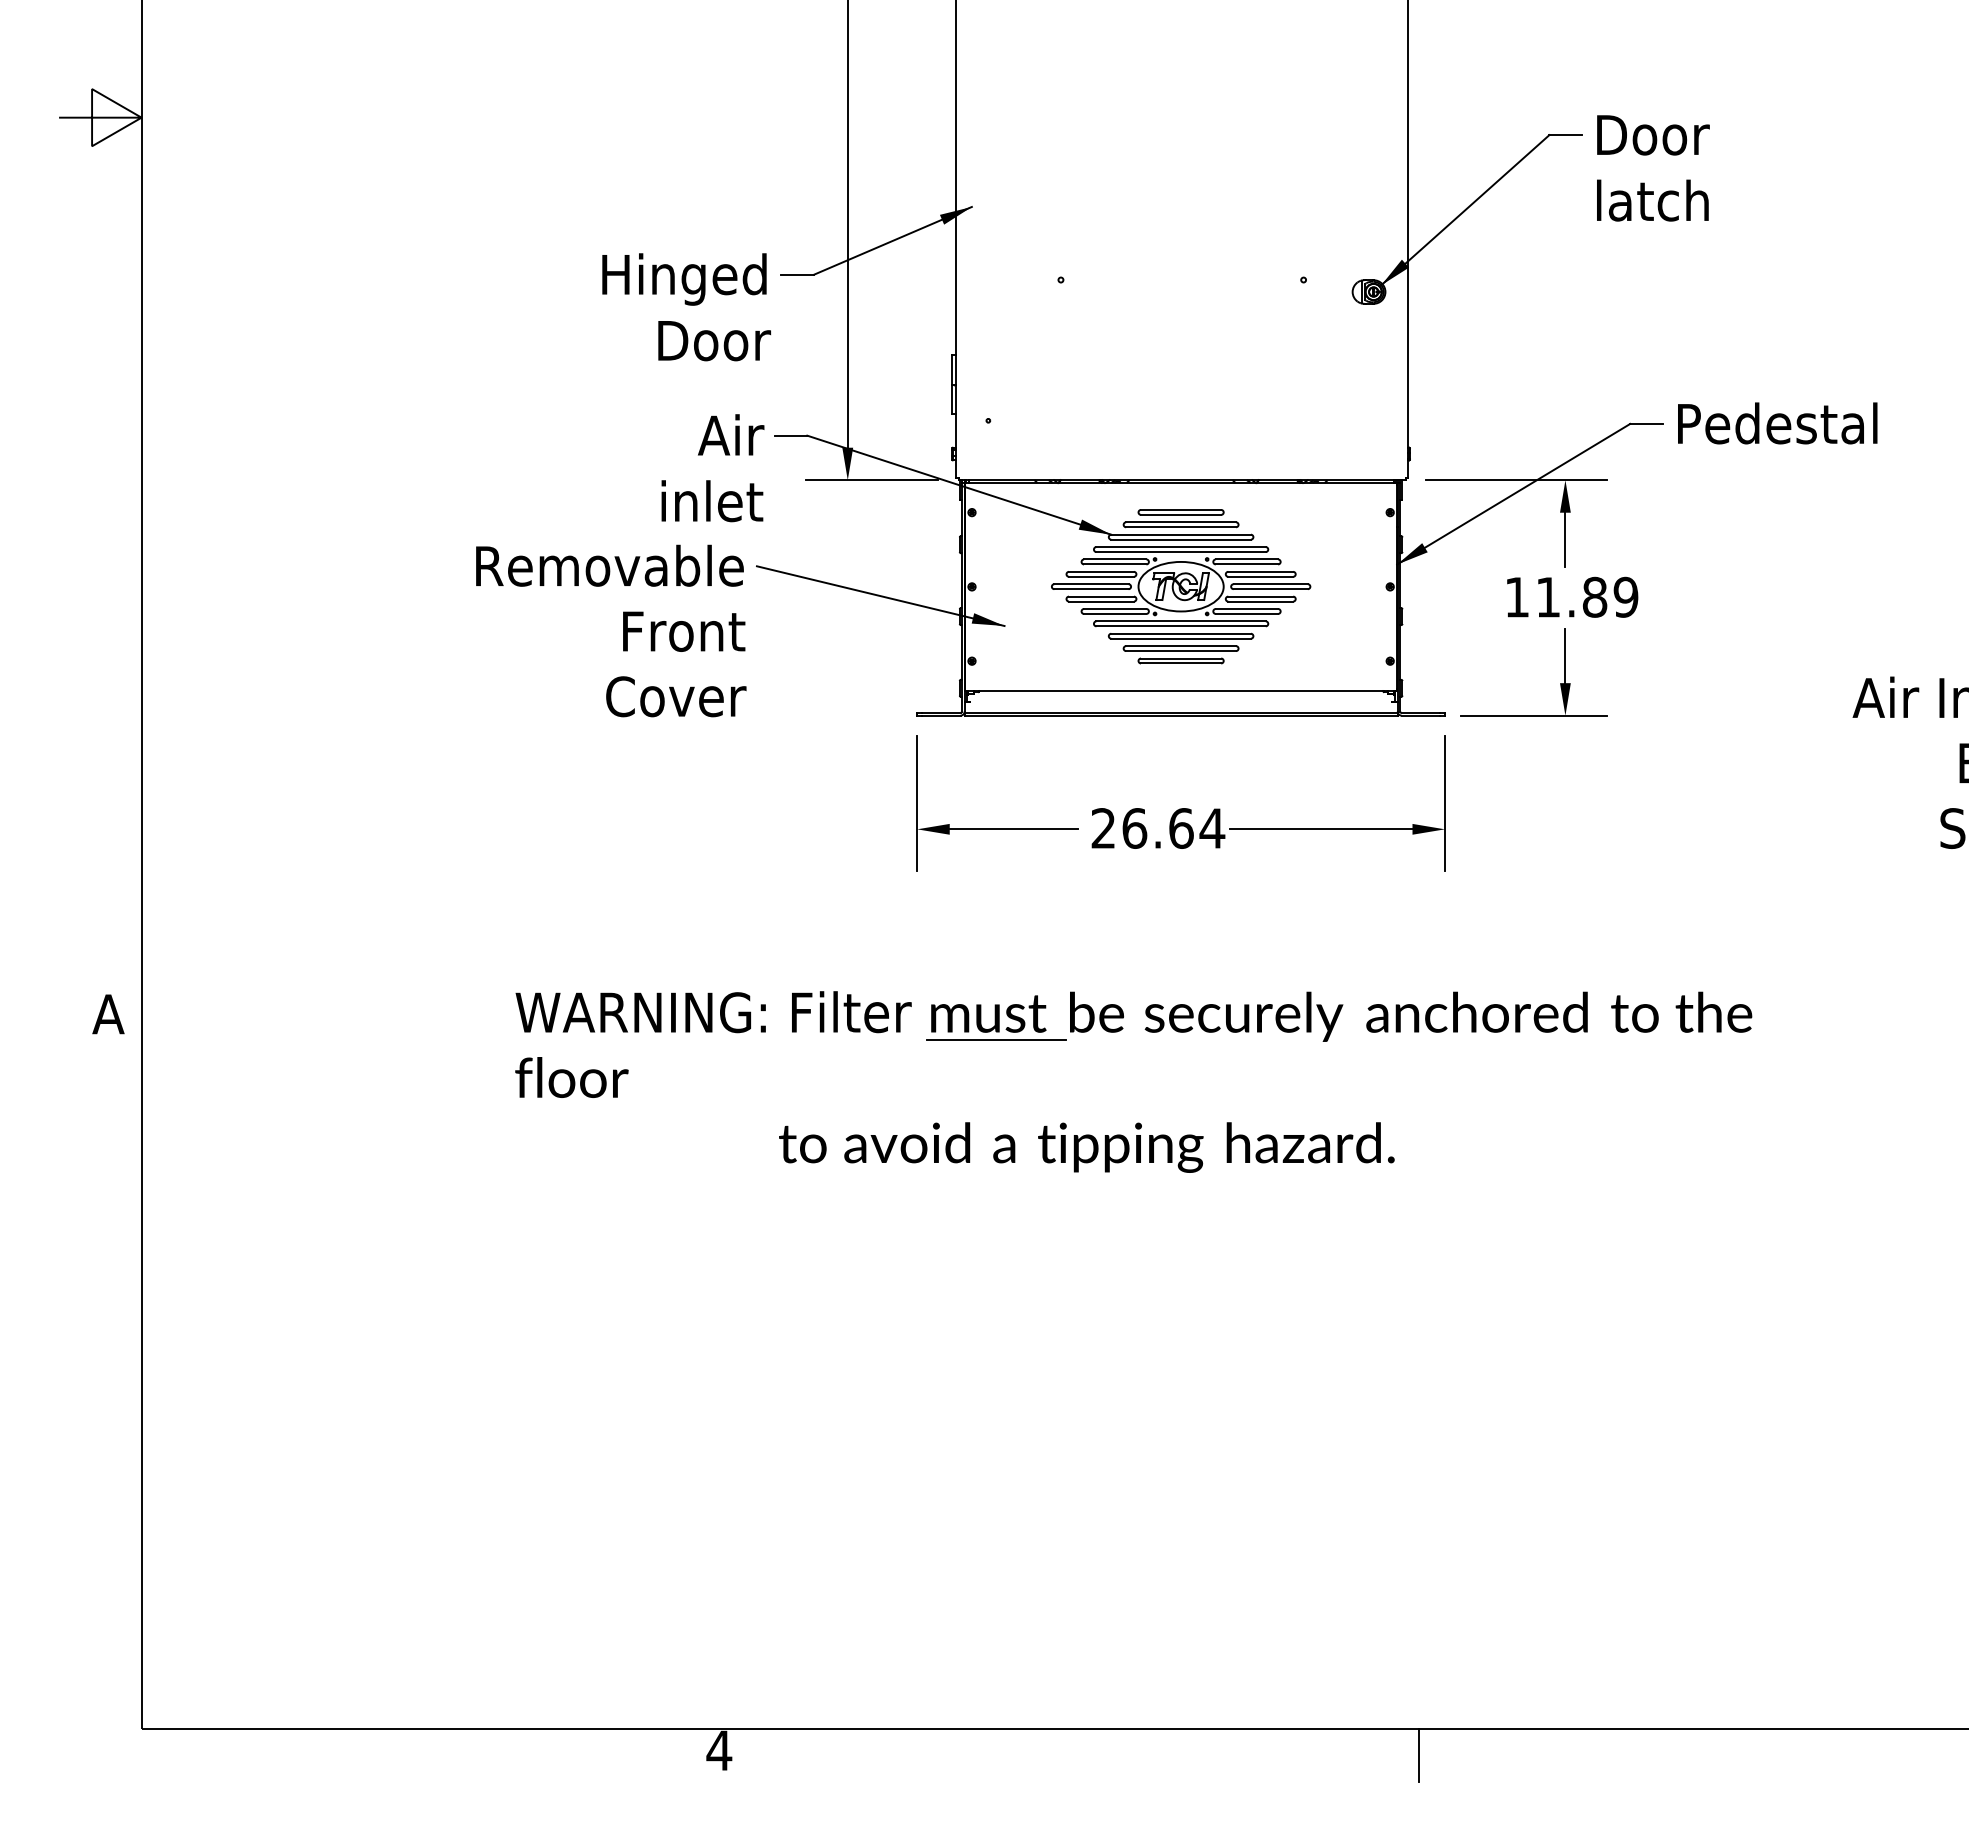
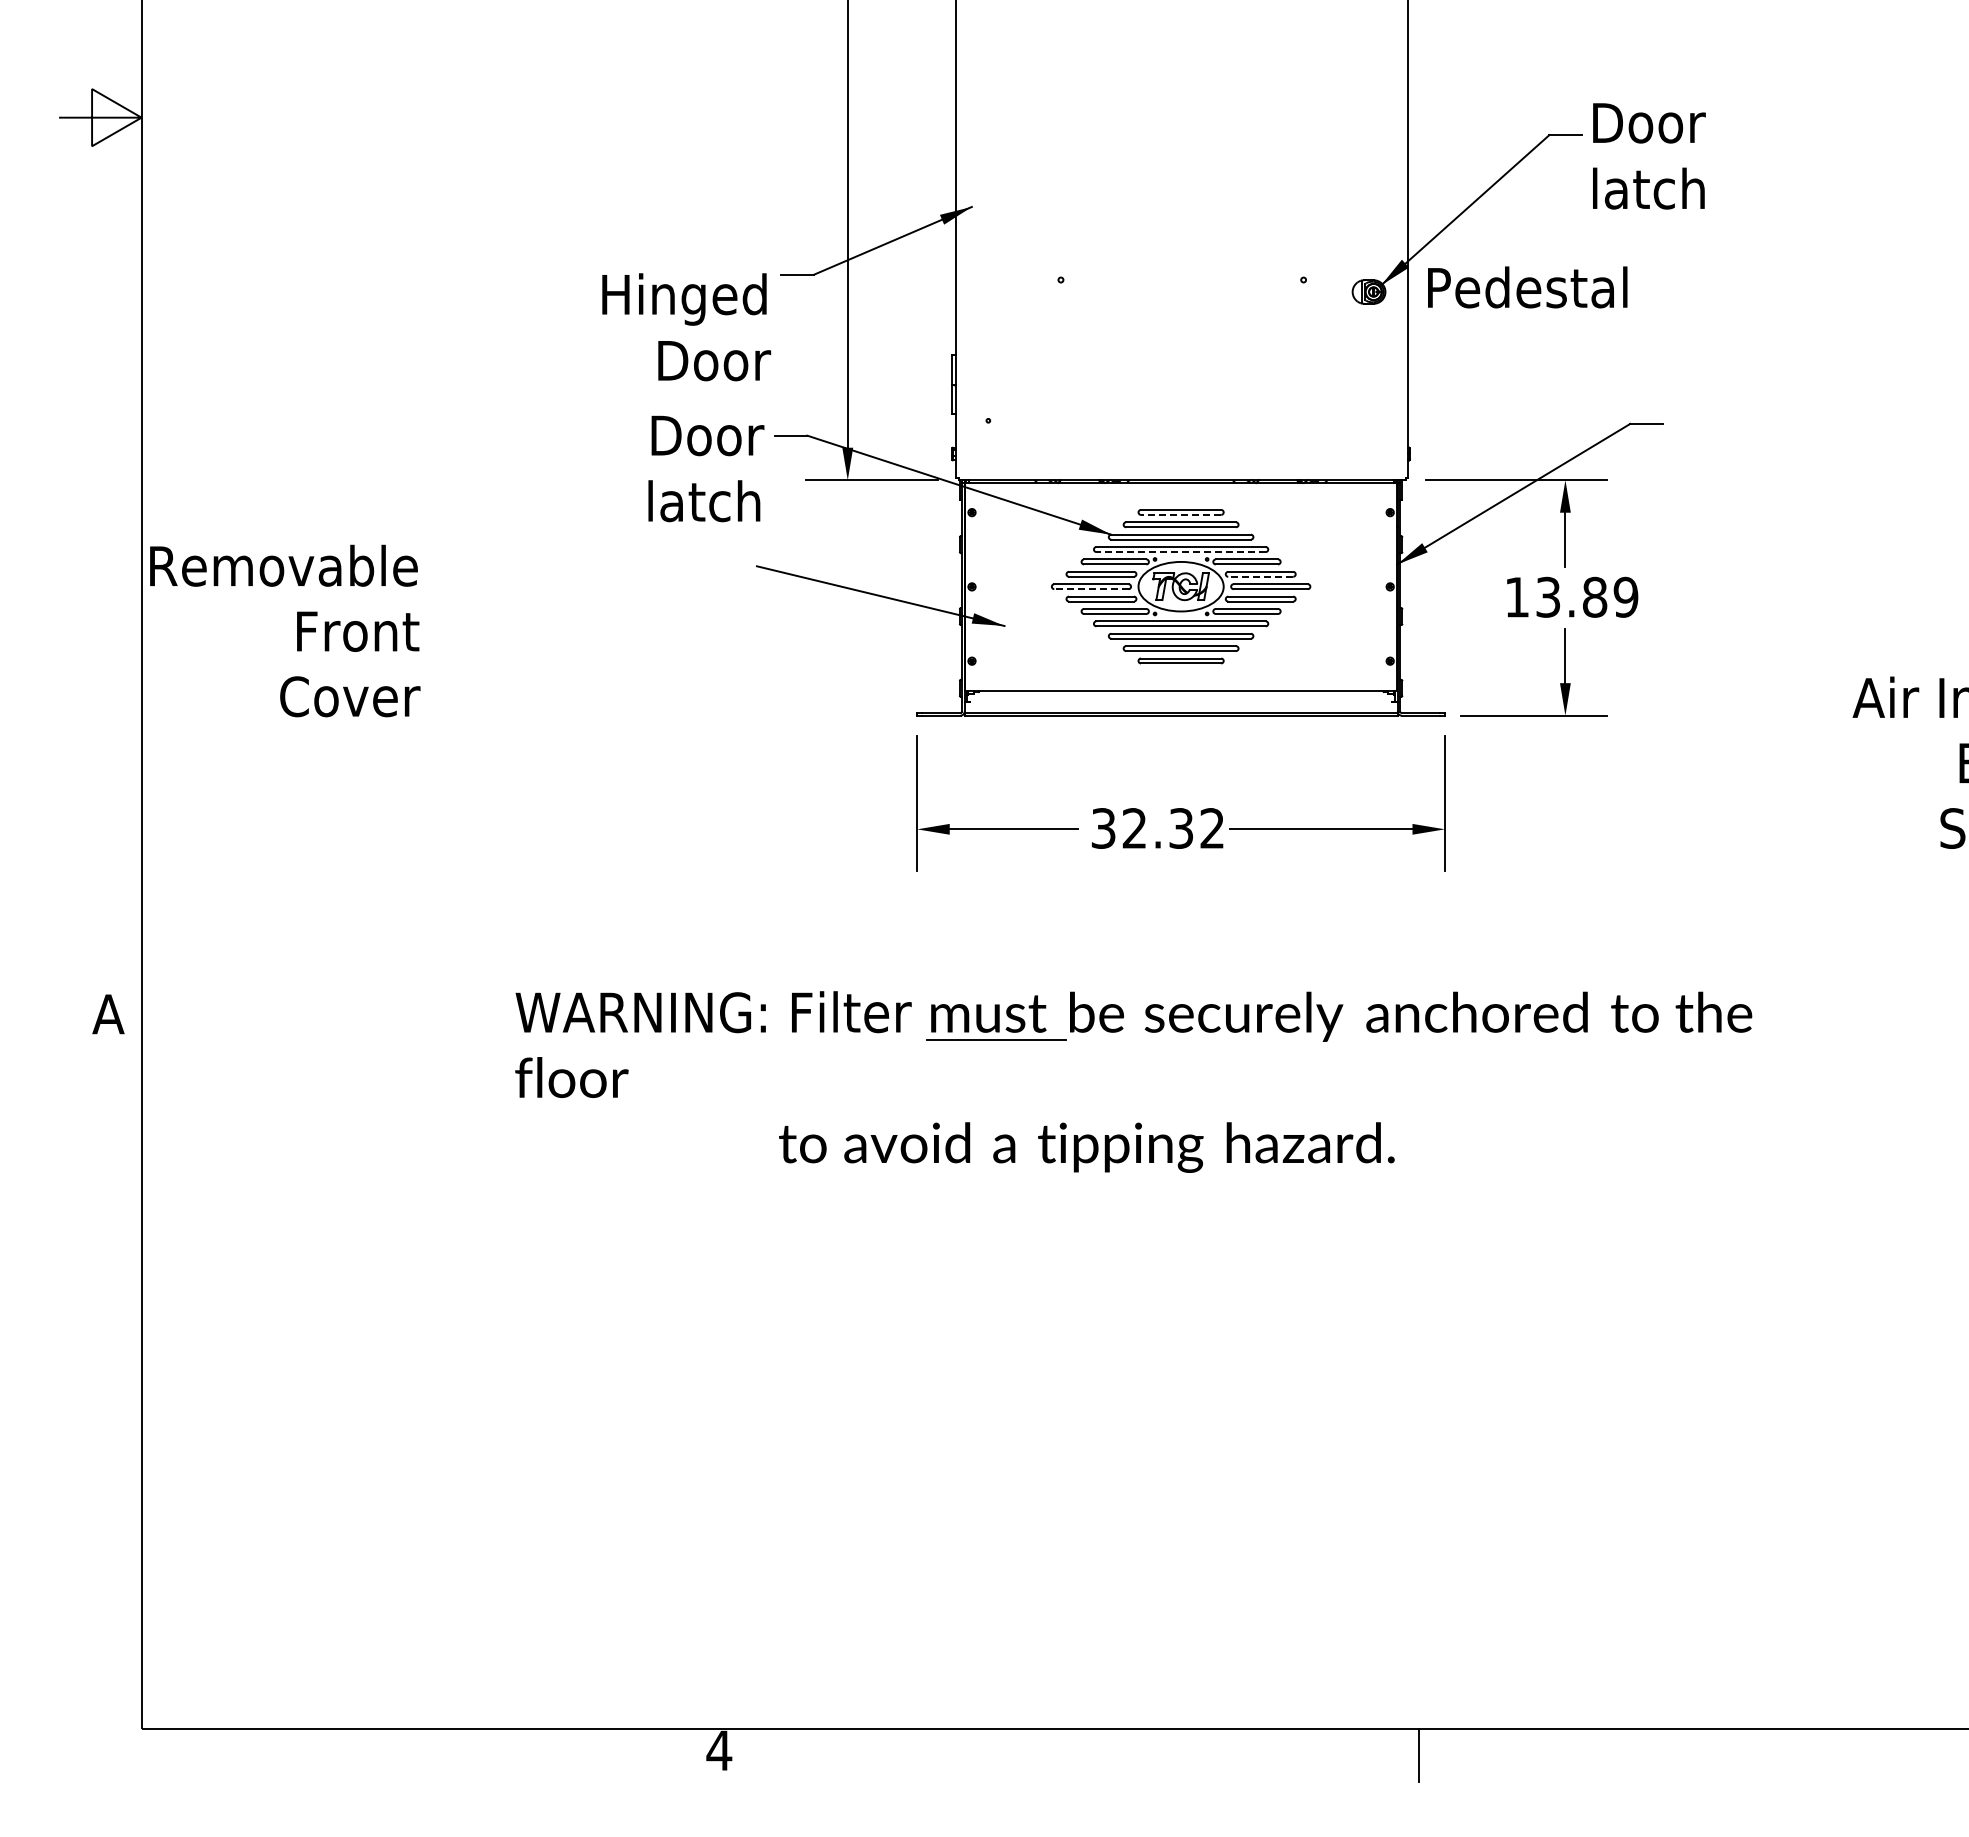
text at (1653, 168) position: (1653, 168) -> (1649, 156)
text at (686, 307) position: (686, 307) -> (686, 327)
text at (1777, 423) position: (1777, 423) -> (1527, 287)
text at (705, 468): Air inlet -> Door latch
line at (1180, 514): solid -> dashed
line at (1181, 552): solid -> dashed
line at (1260, 576): solid -> dashed
line at (1090, 589): solid -> dashed
text at (1548, 596): 11.89 -> 13.89
text at (611, 630) position: (611, 630) -> (285, 630)
text at (1158, 828): 26.64 -> 32.32
